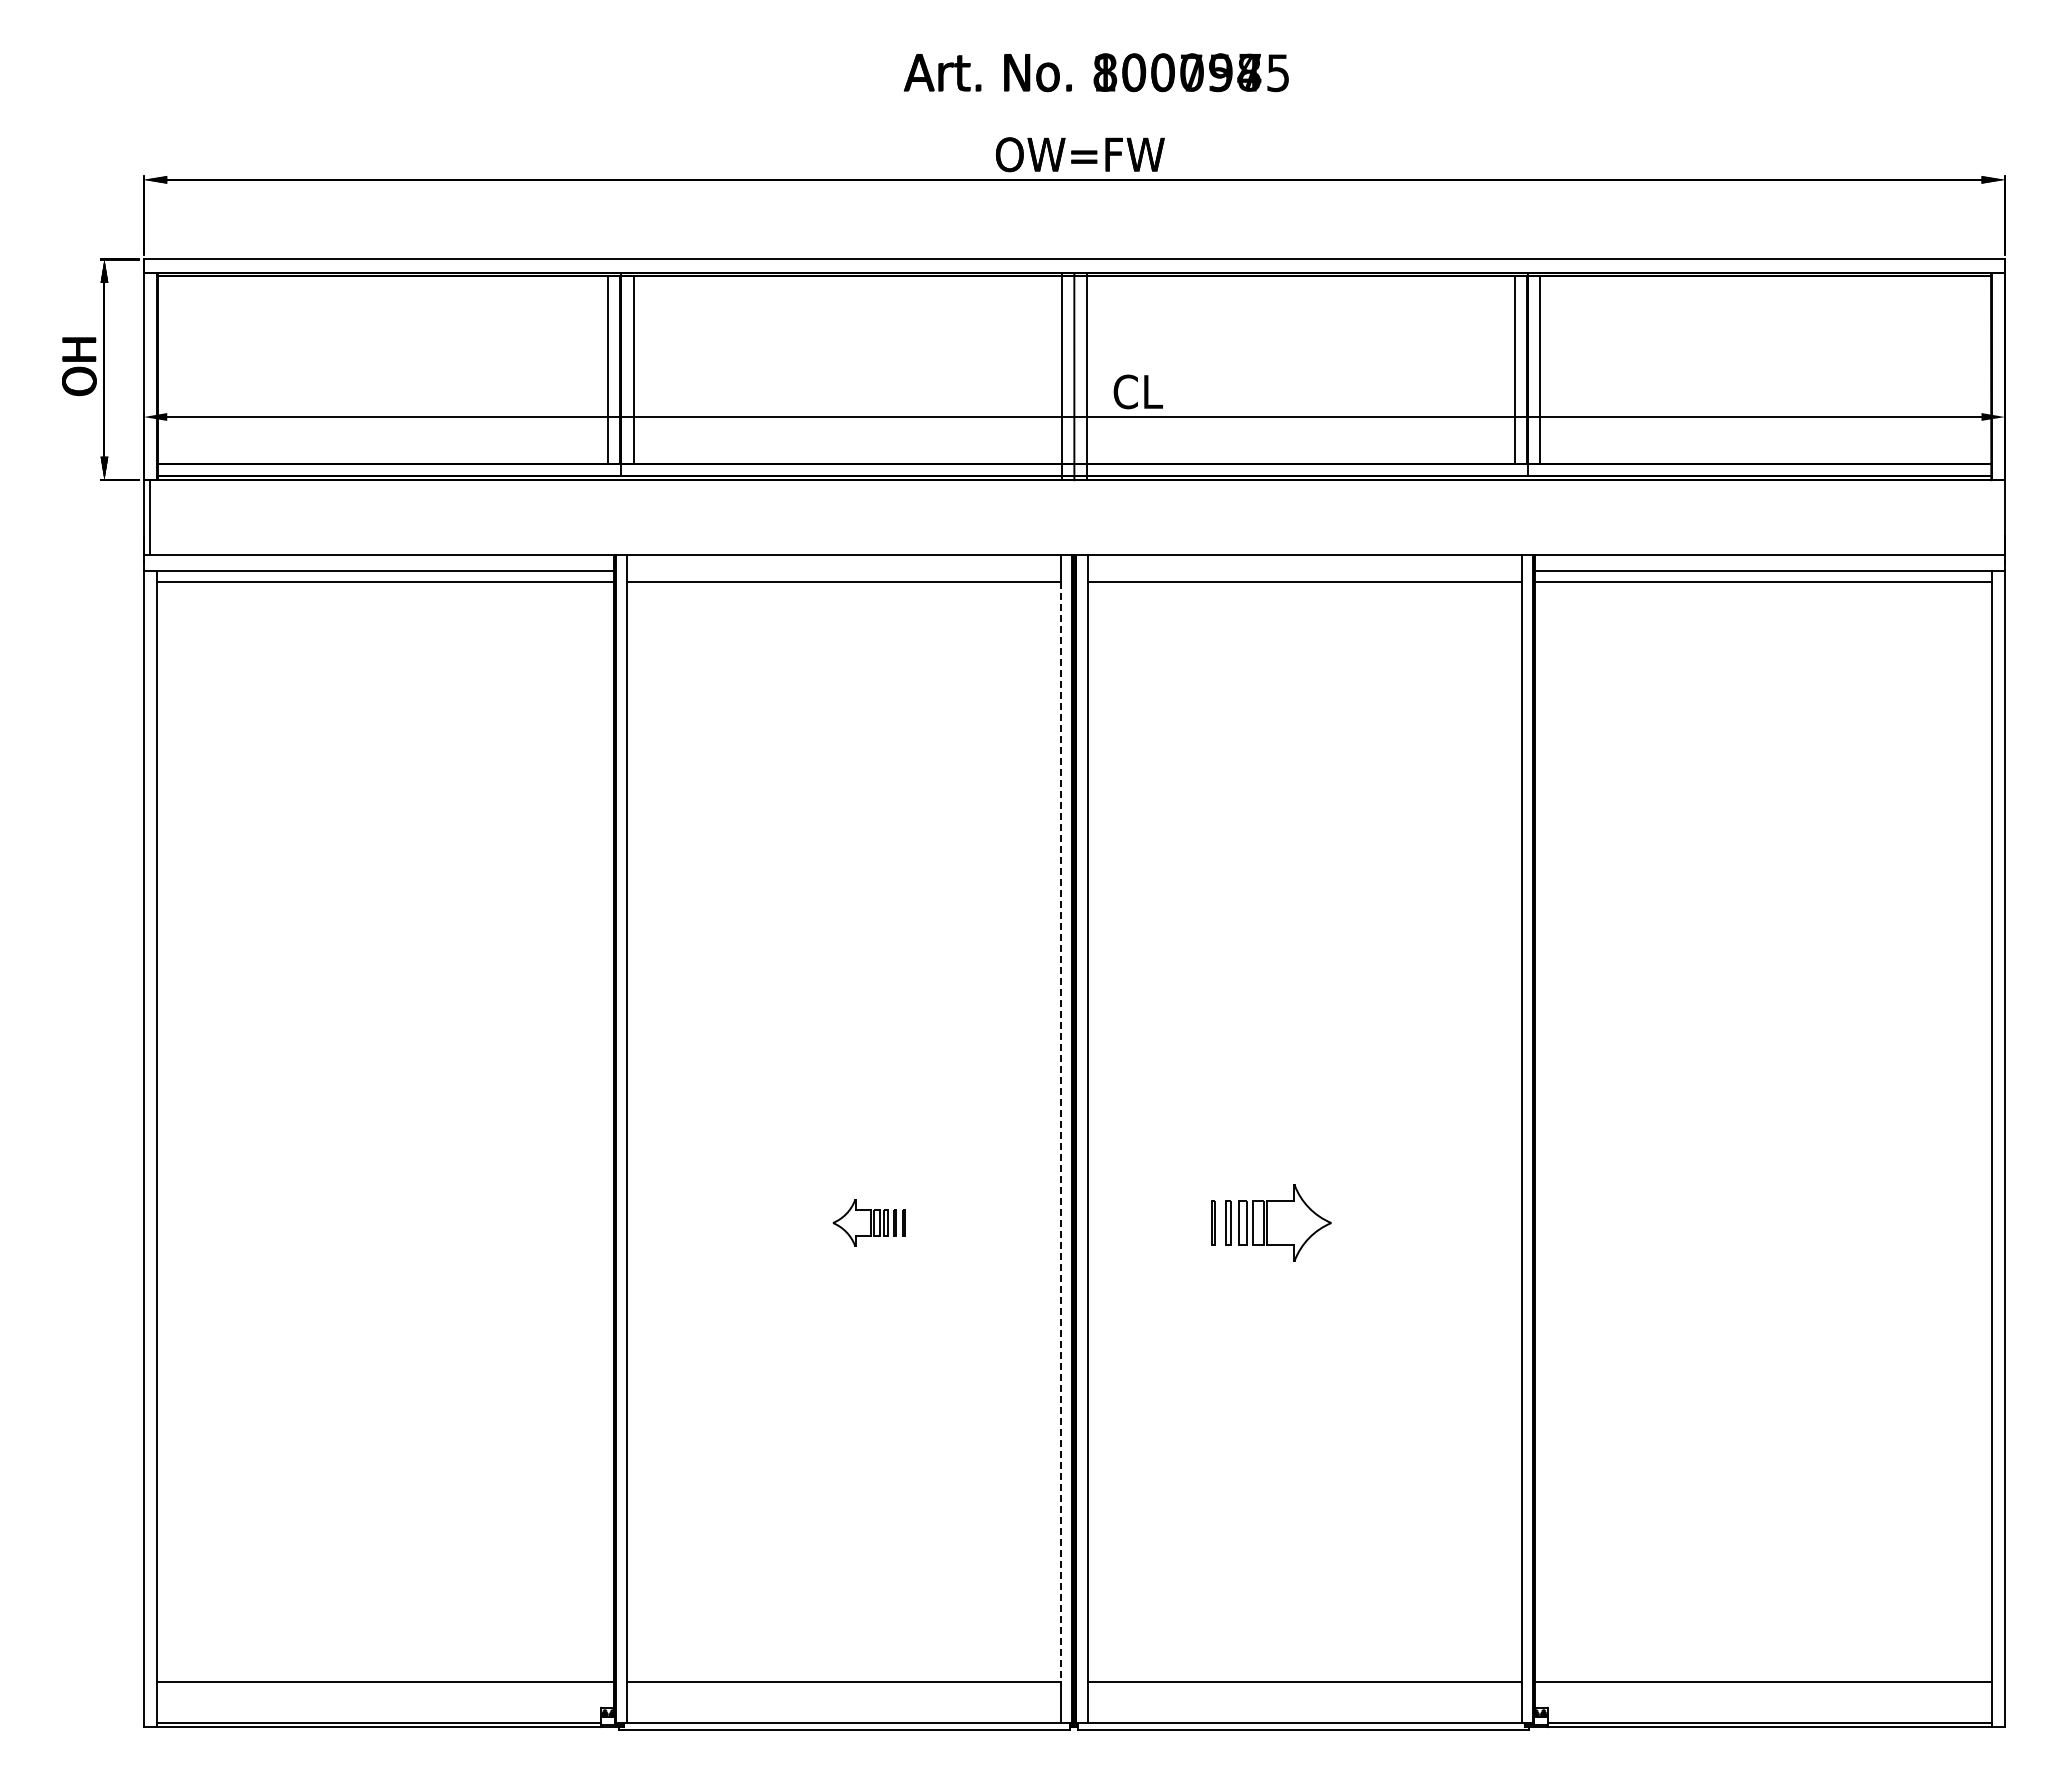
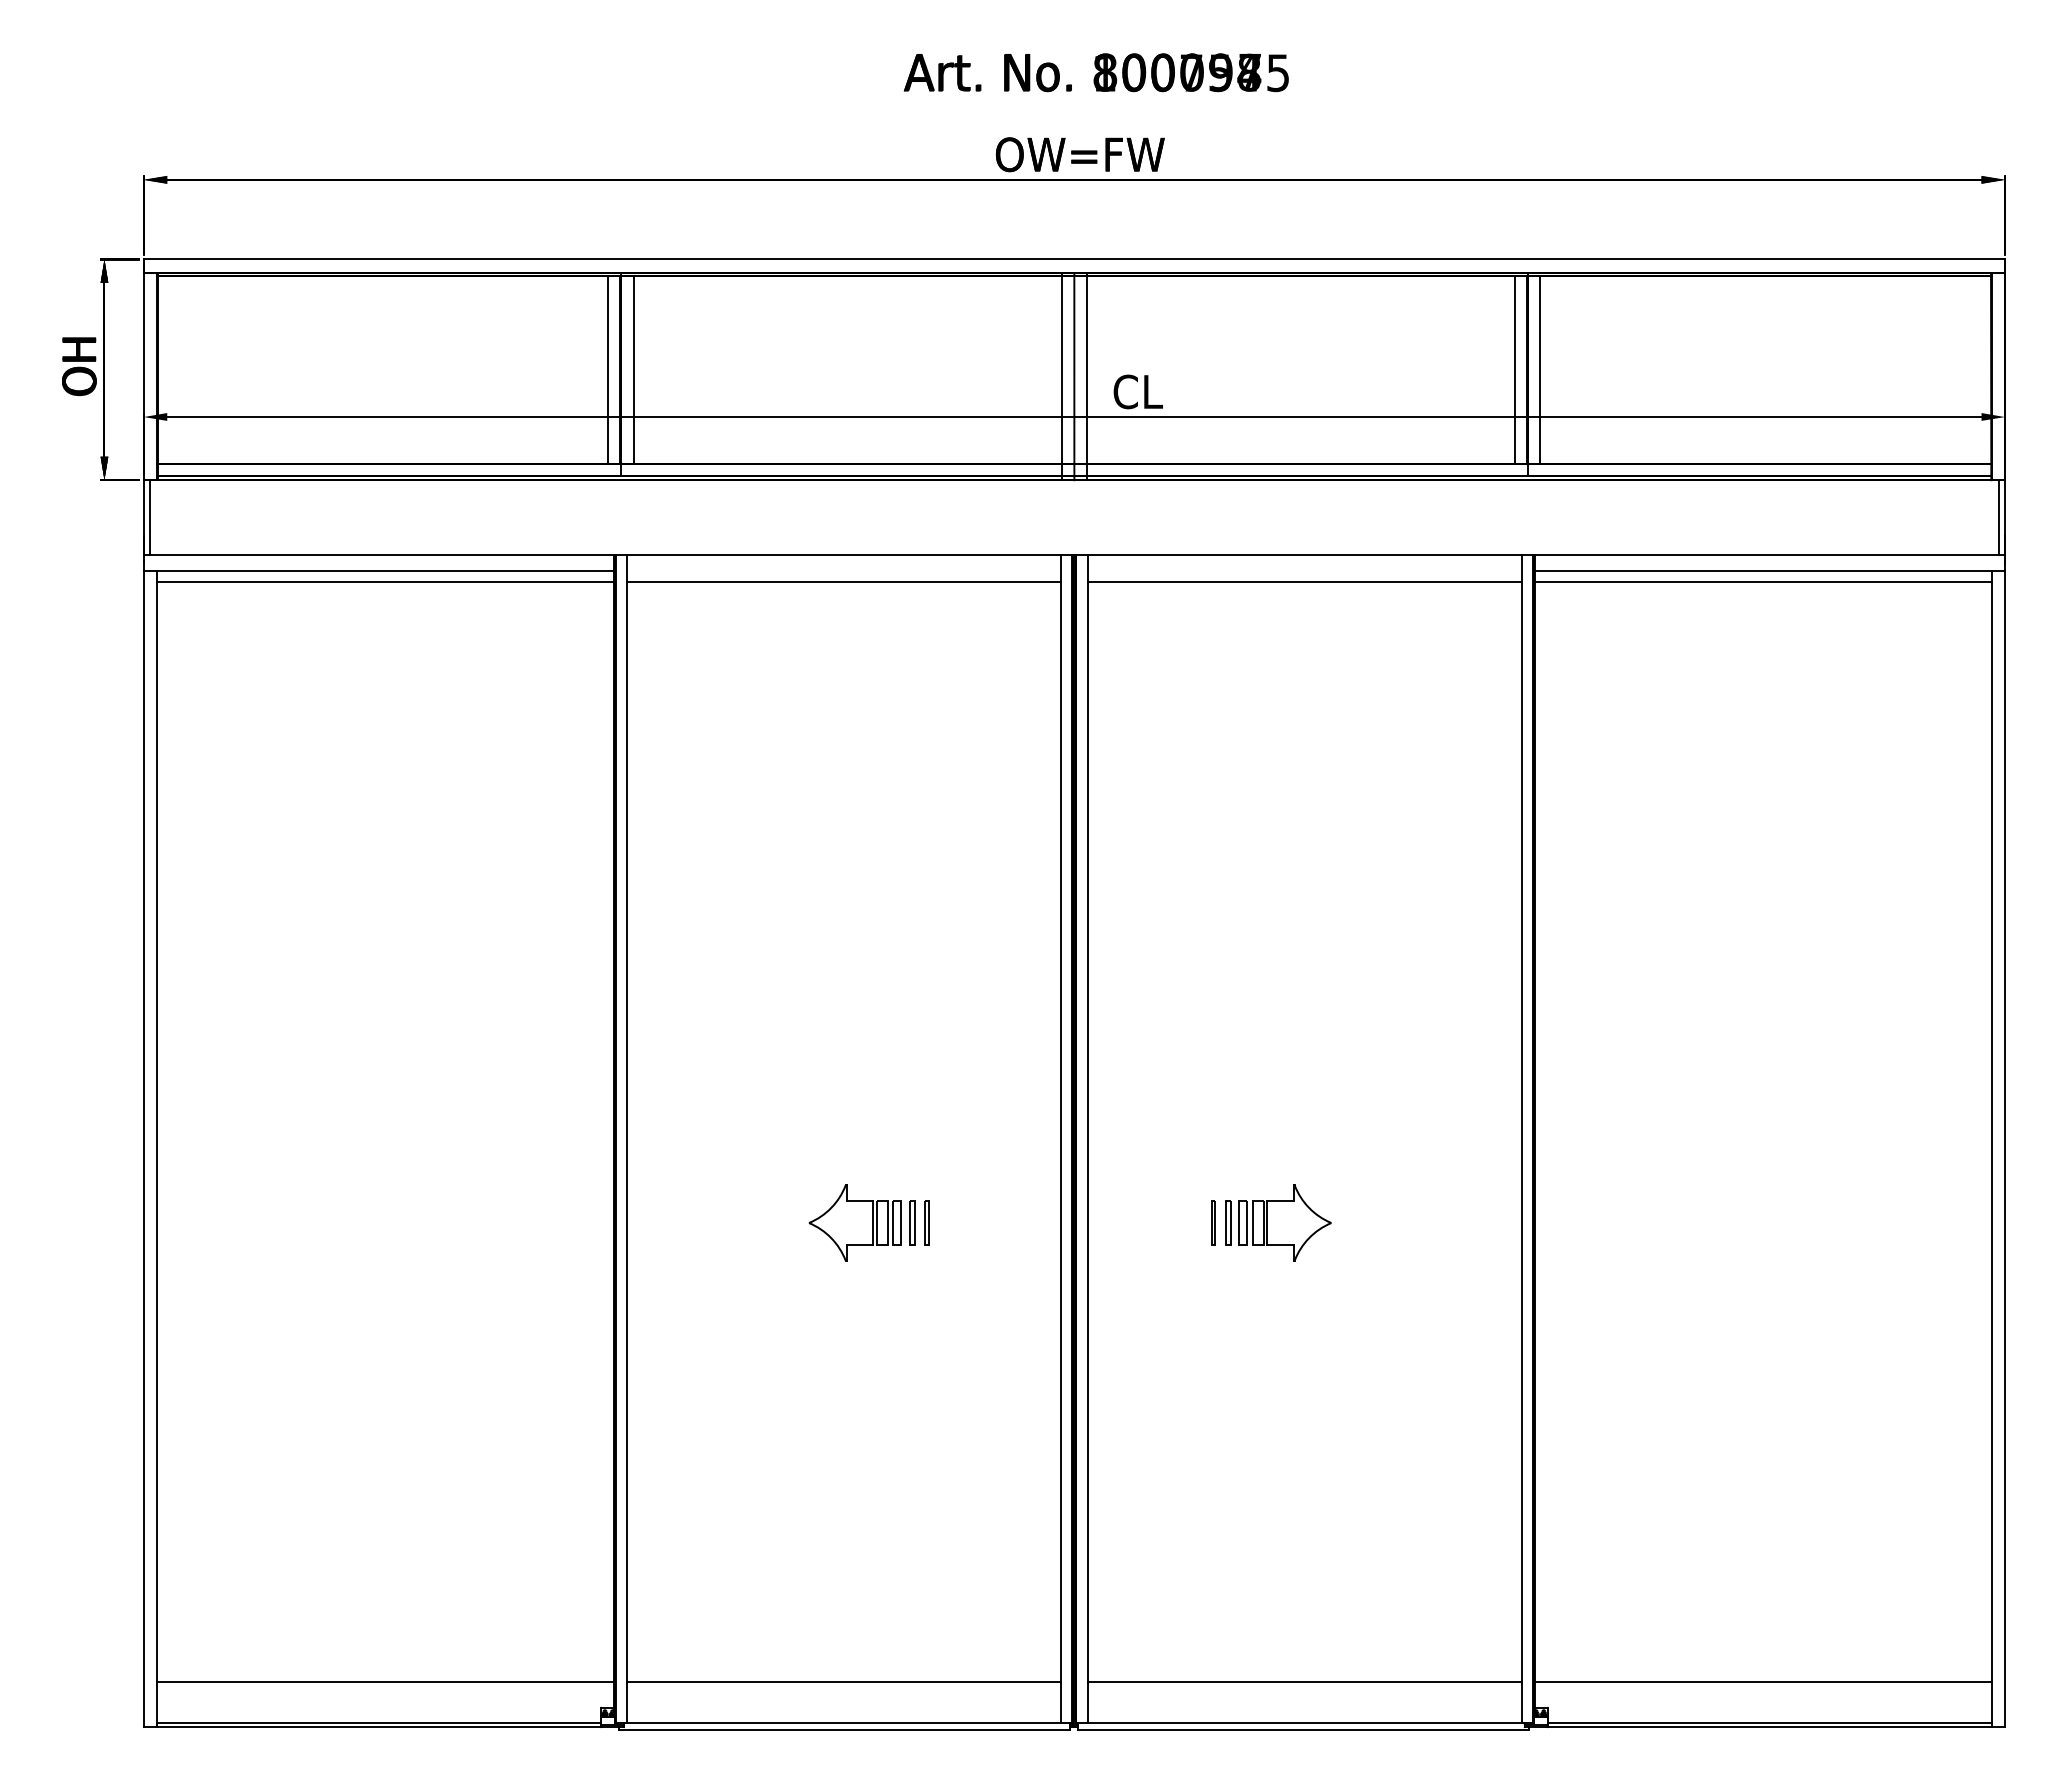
line at (1998, 517): none -> present
line at (1061, 1132): dashed -> solid
part at (868, 1222) size: 74x48 px -> 122x78 px
